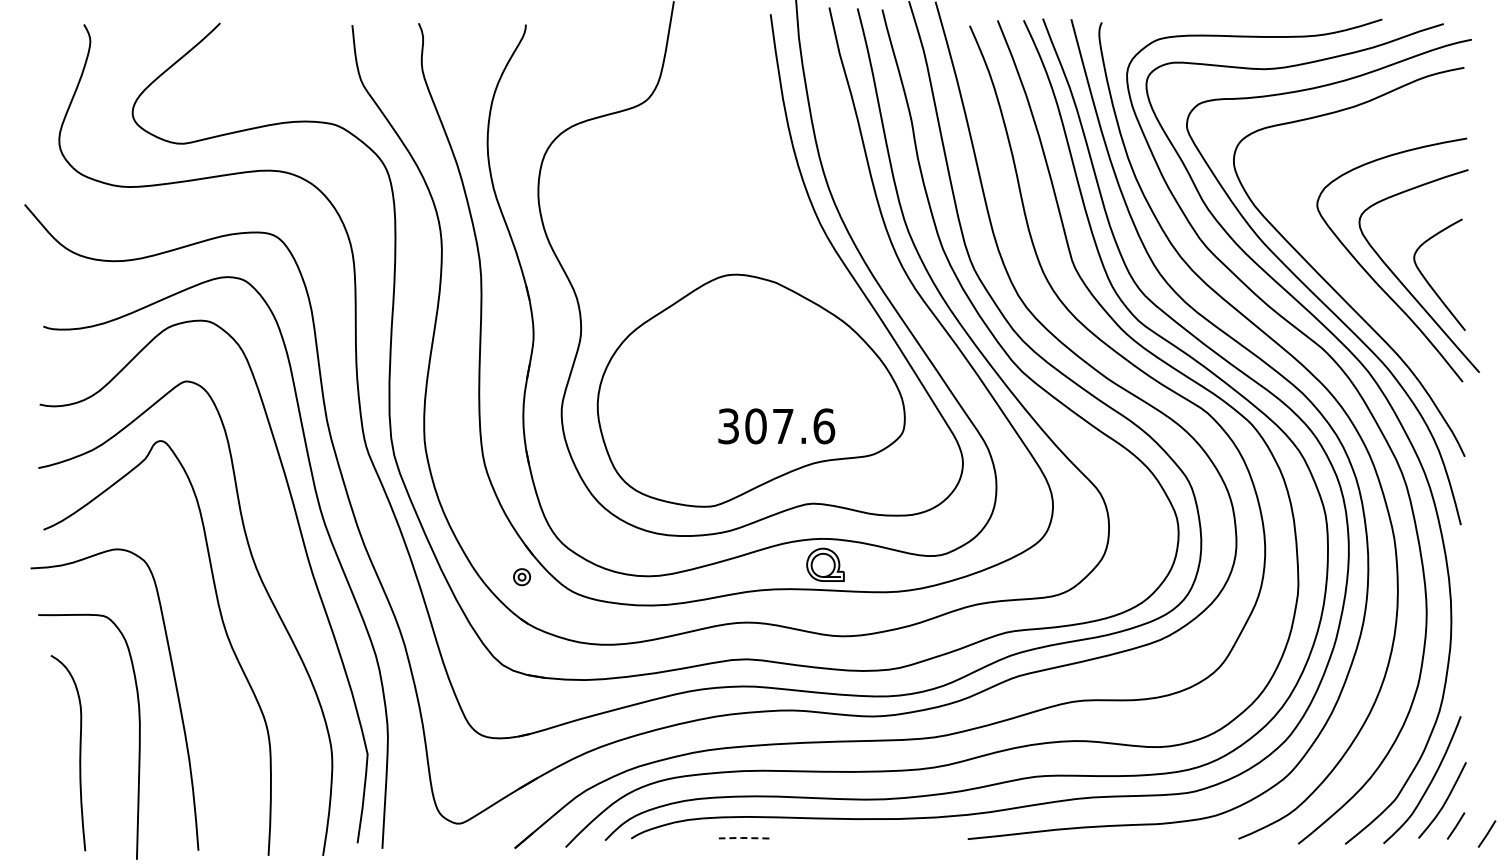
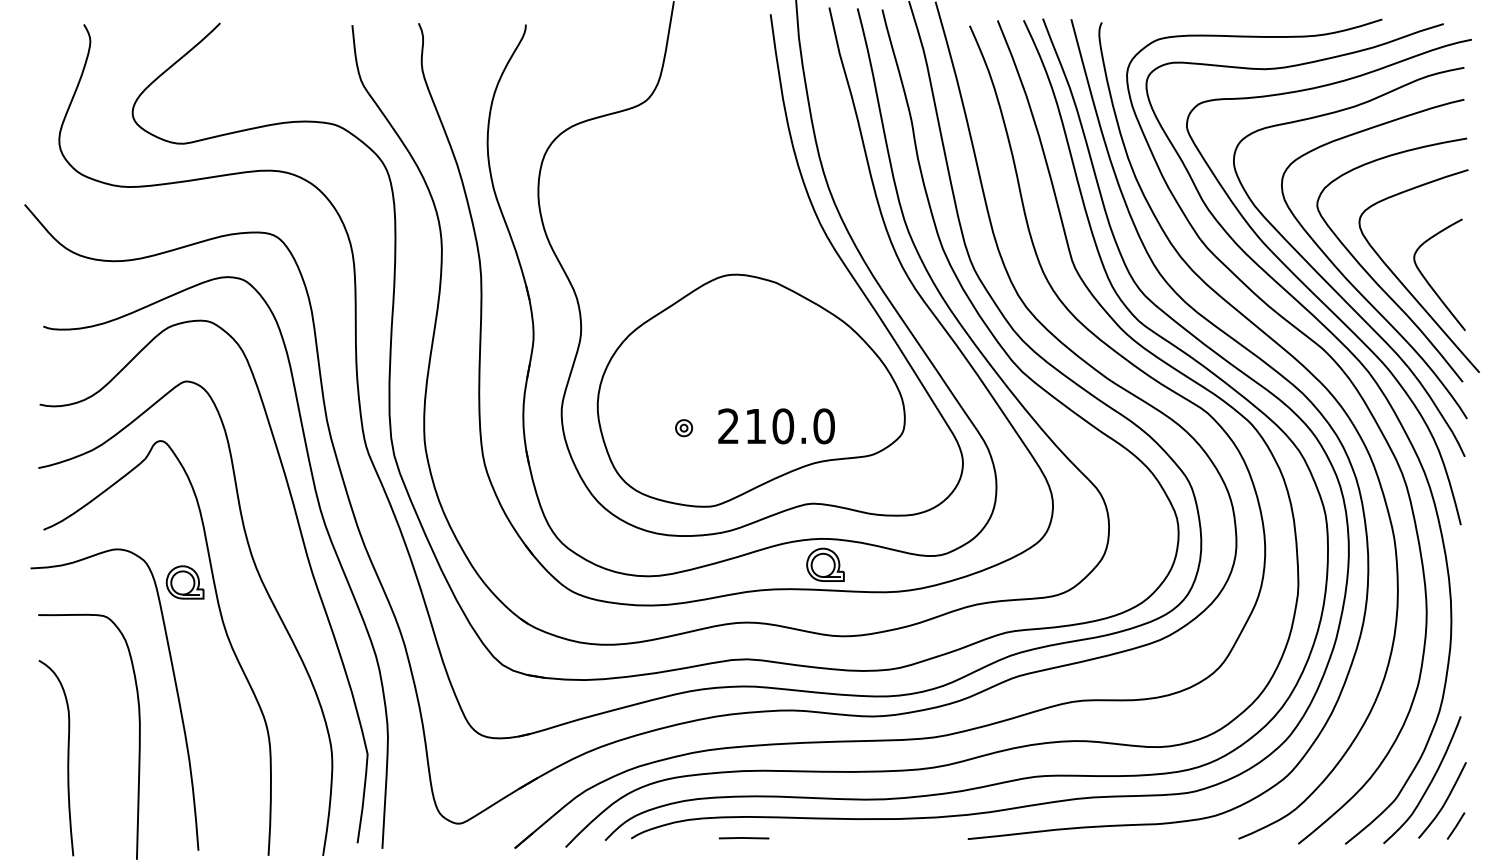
curve at (1350, 281): none -> present
text at (776, 426): 307.6 -> 210.0
part at (521, 577) position: (521, 577) -> (683, 428)
part at (184, 582): none -> present
curve at (79, 753) position: (79, 753) -> (67, 758)
line at (1486, 833): present -> none
line at (743, 838): dashed -> solid
